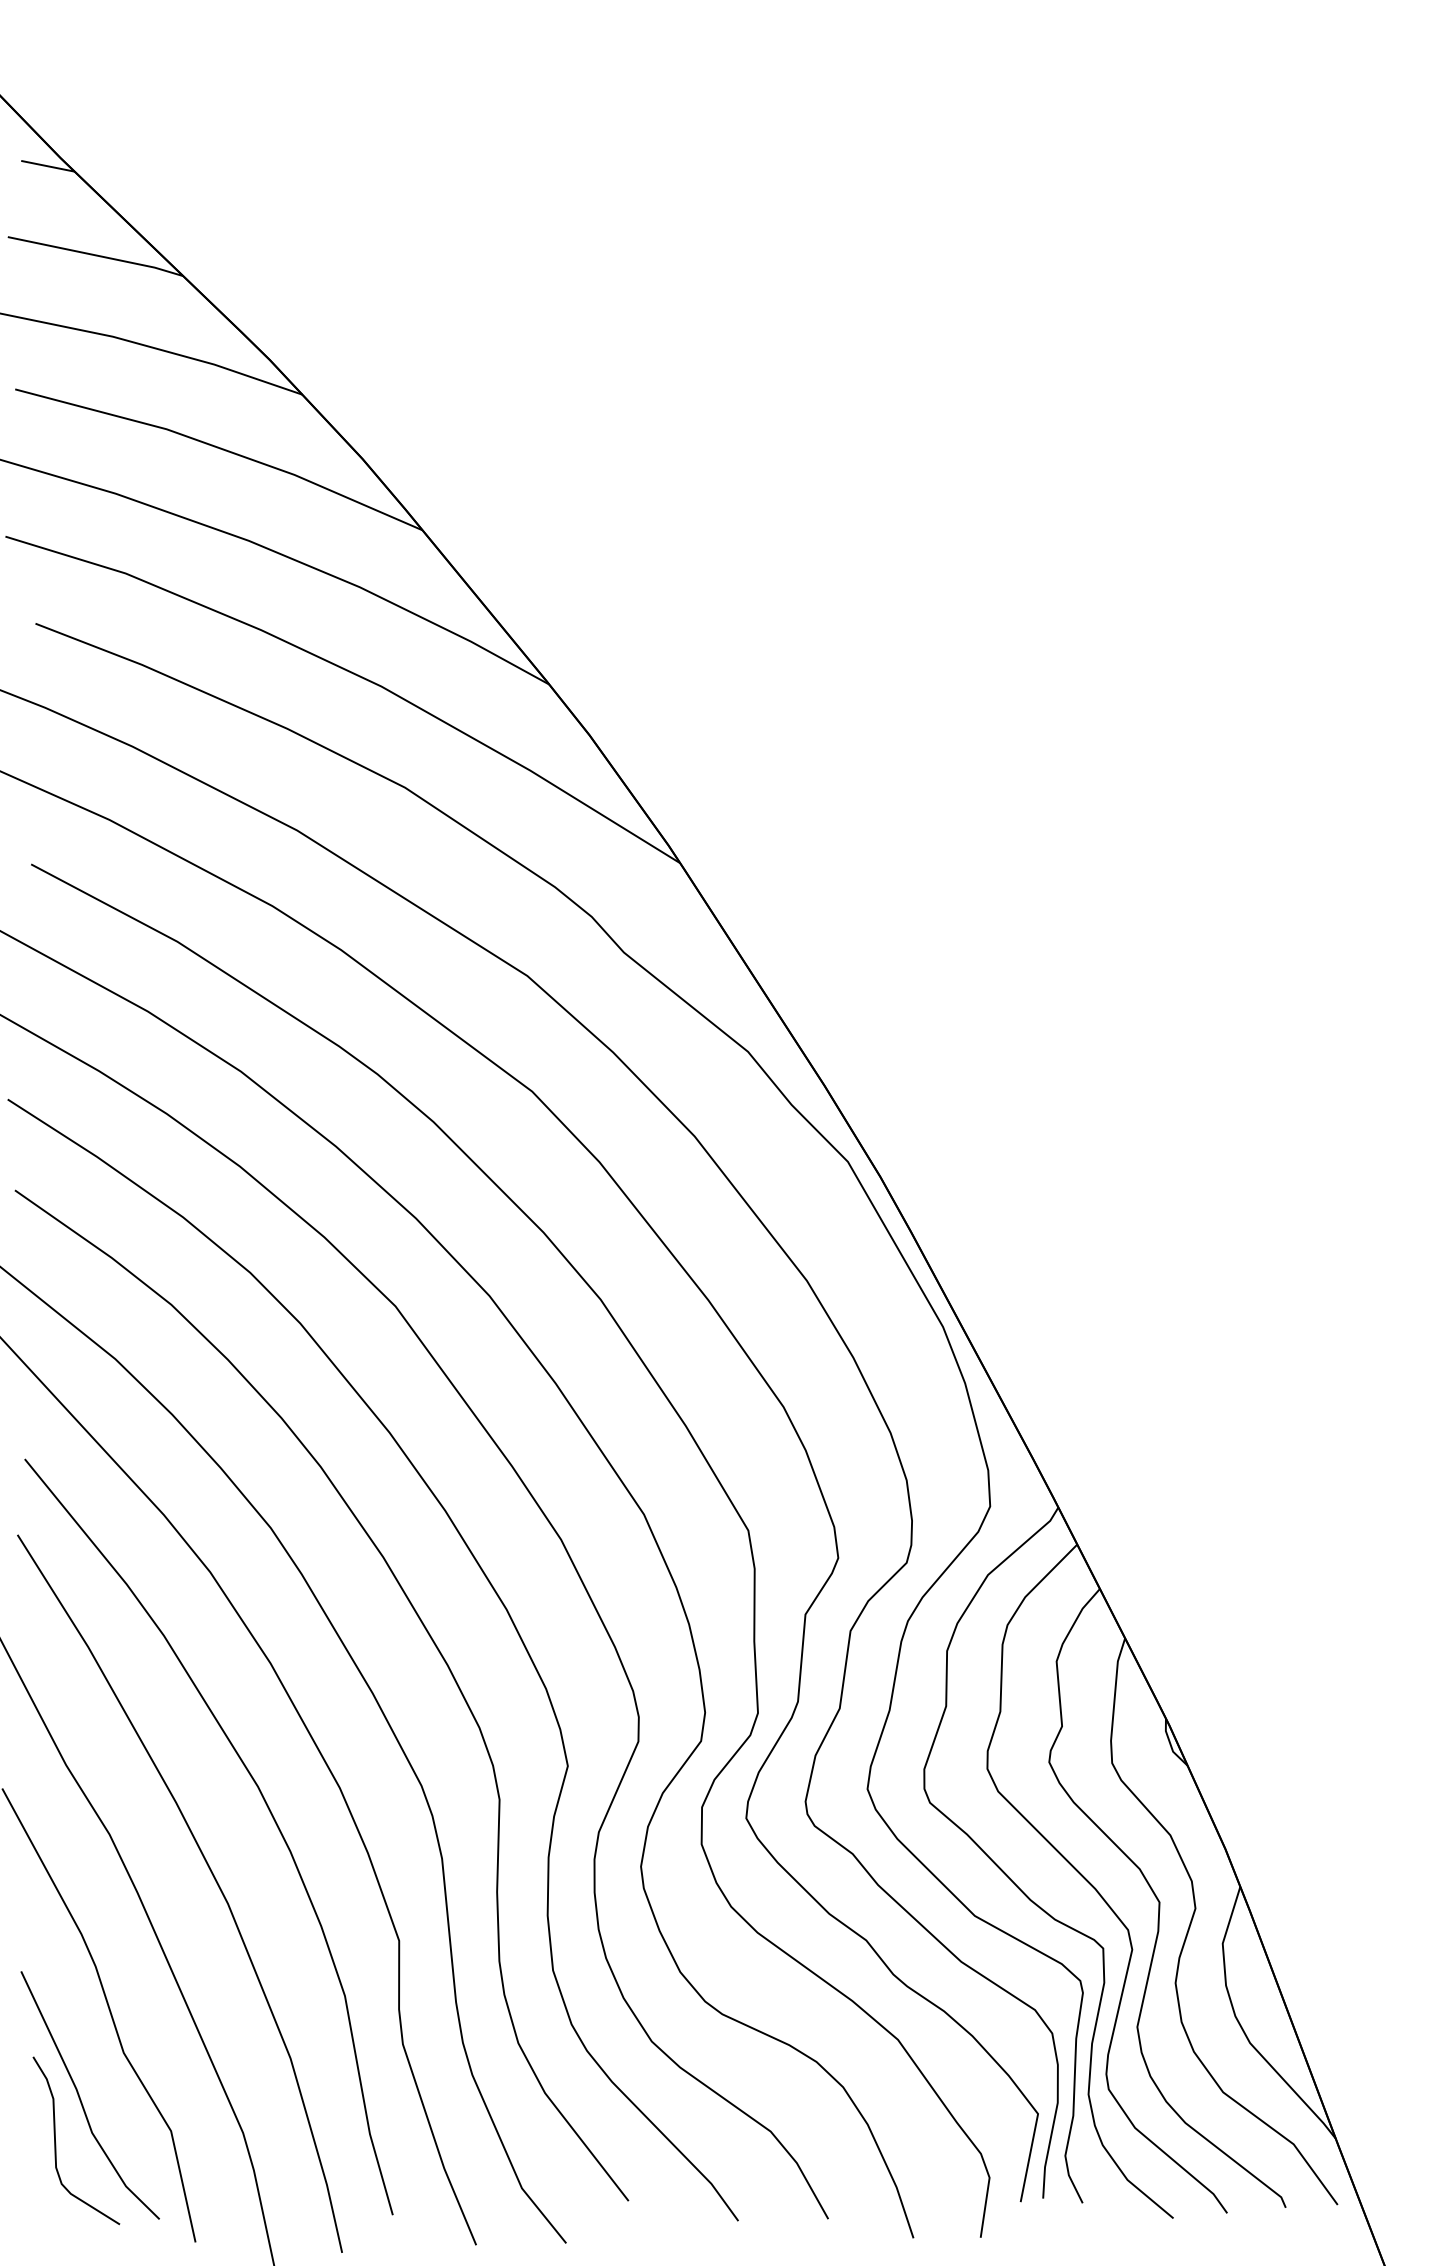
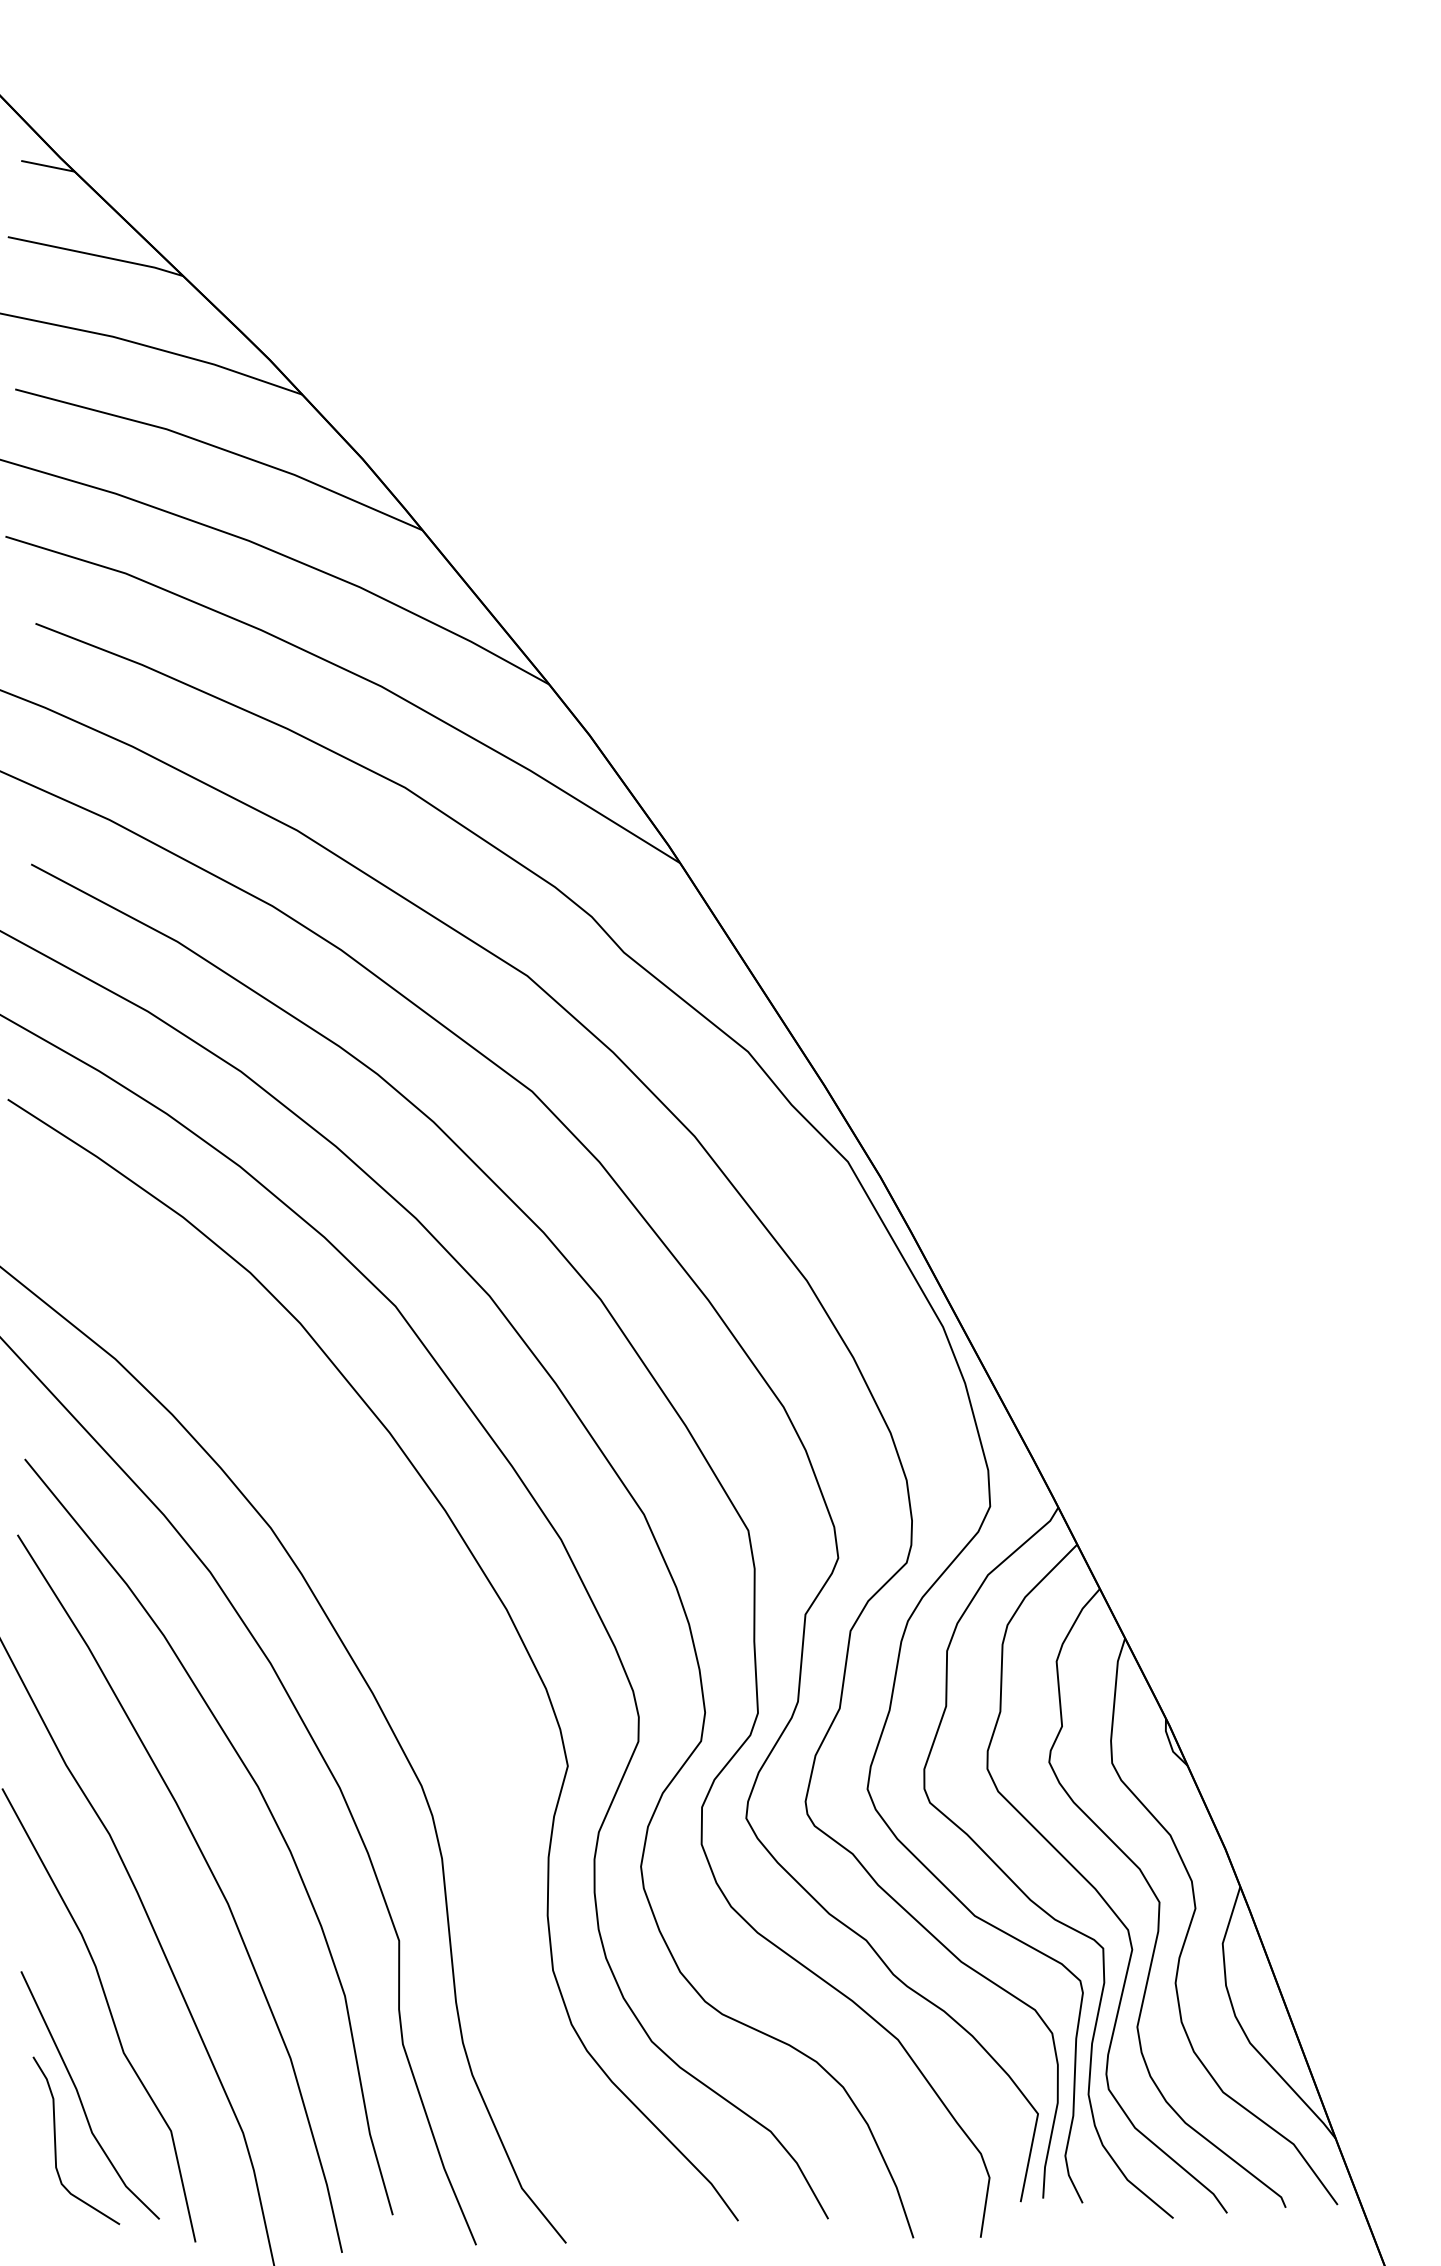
curve at (425, 1630): present -> none
